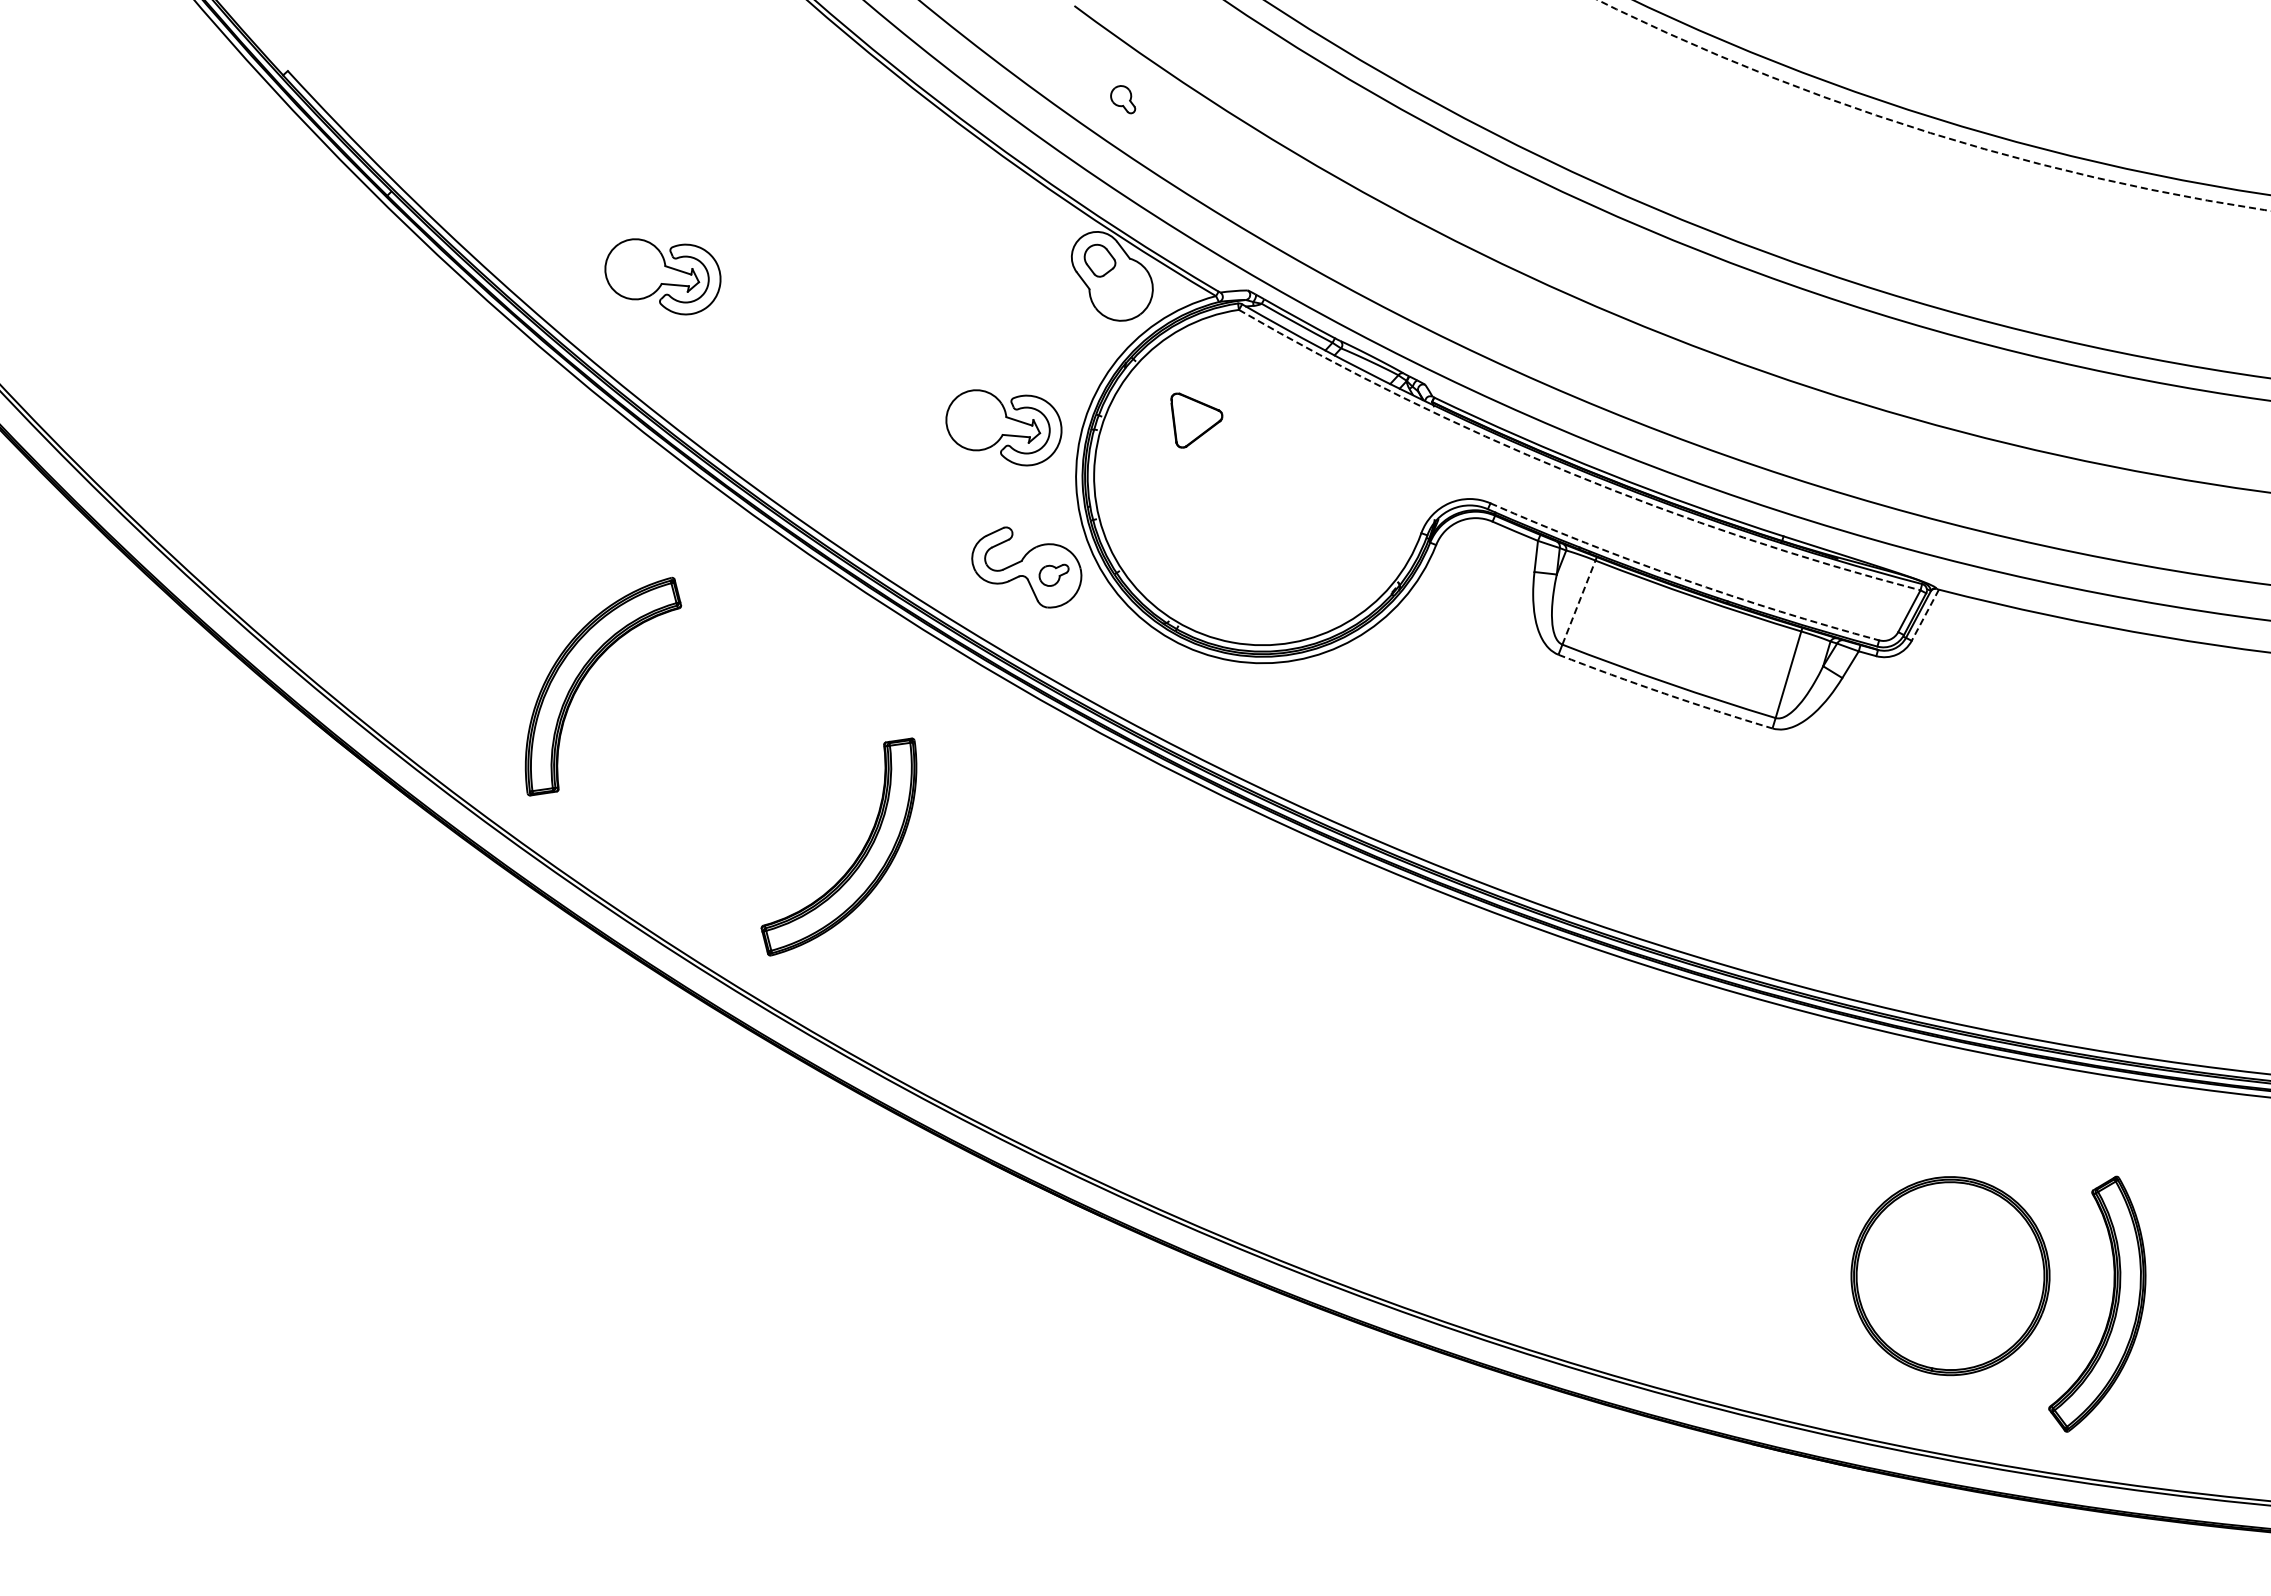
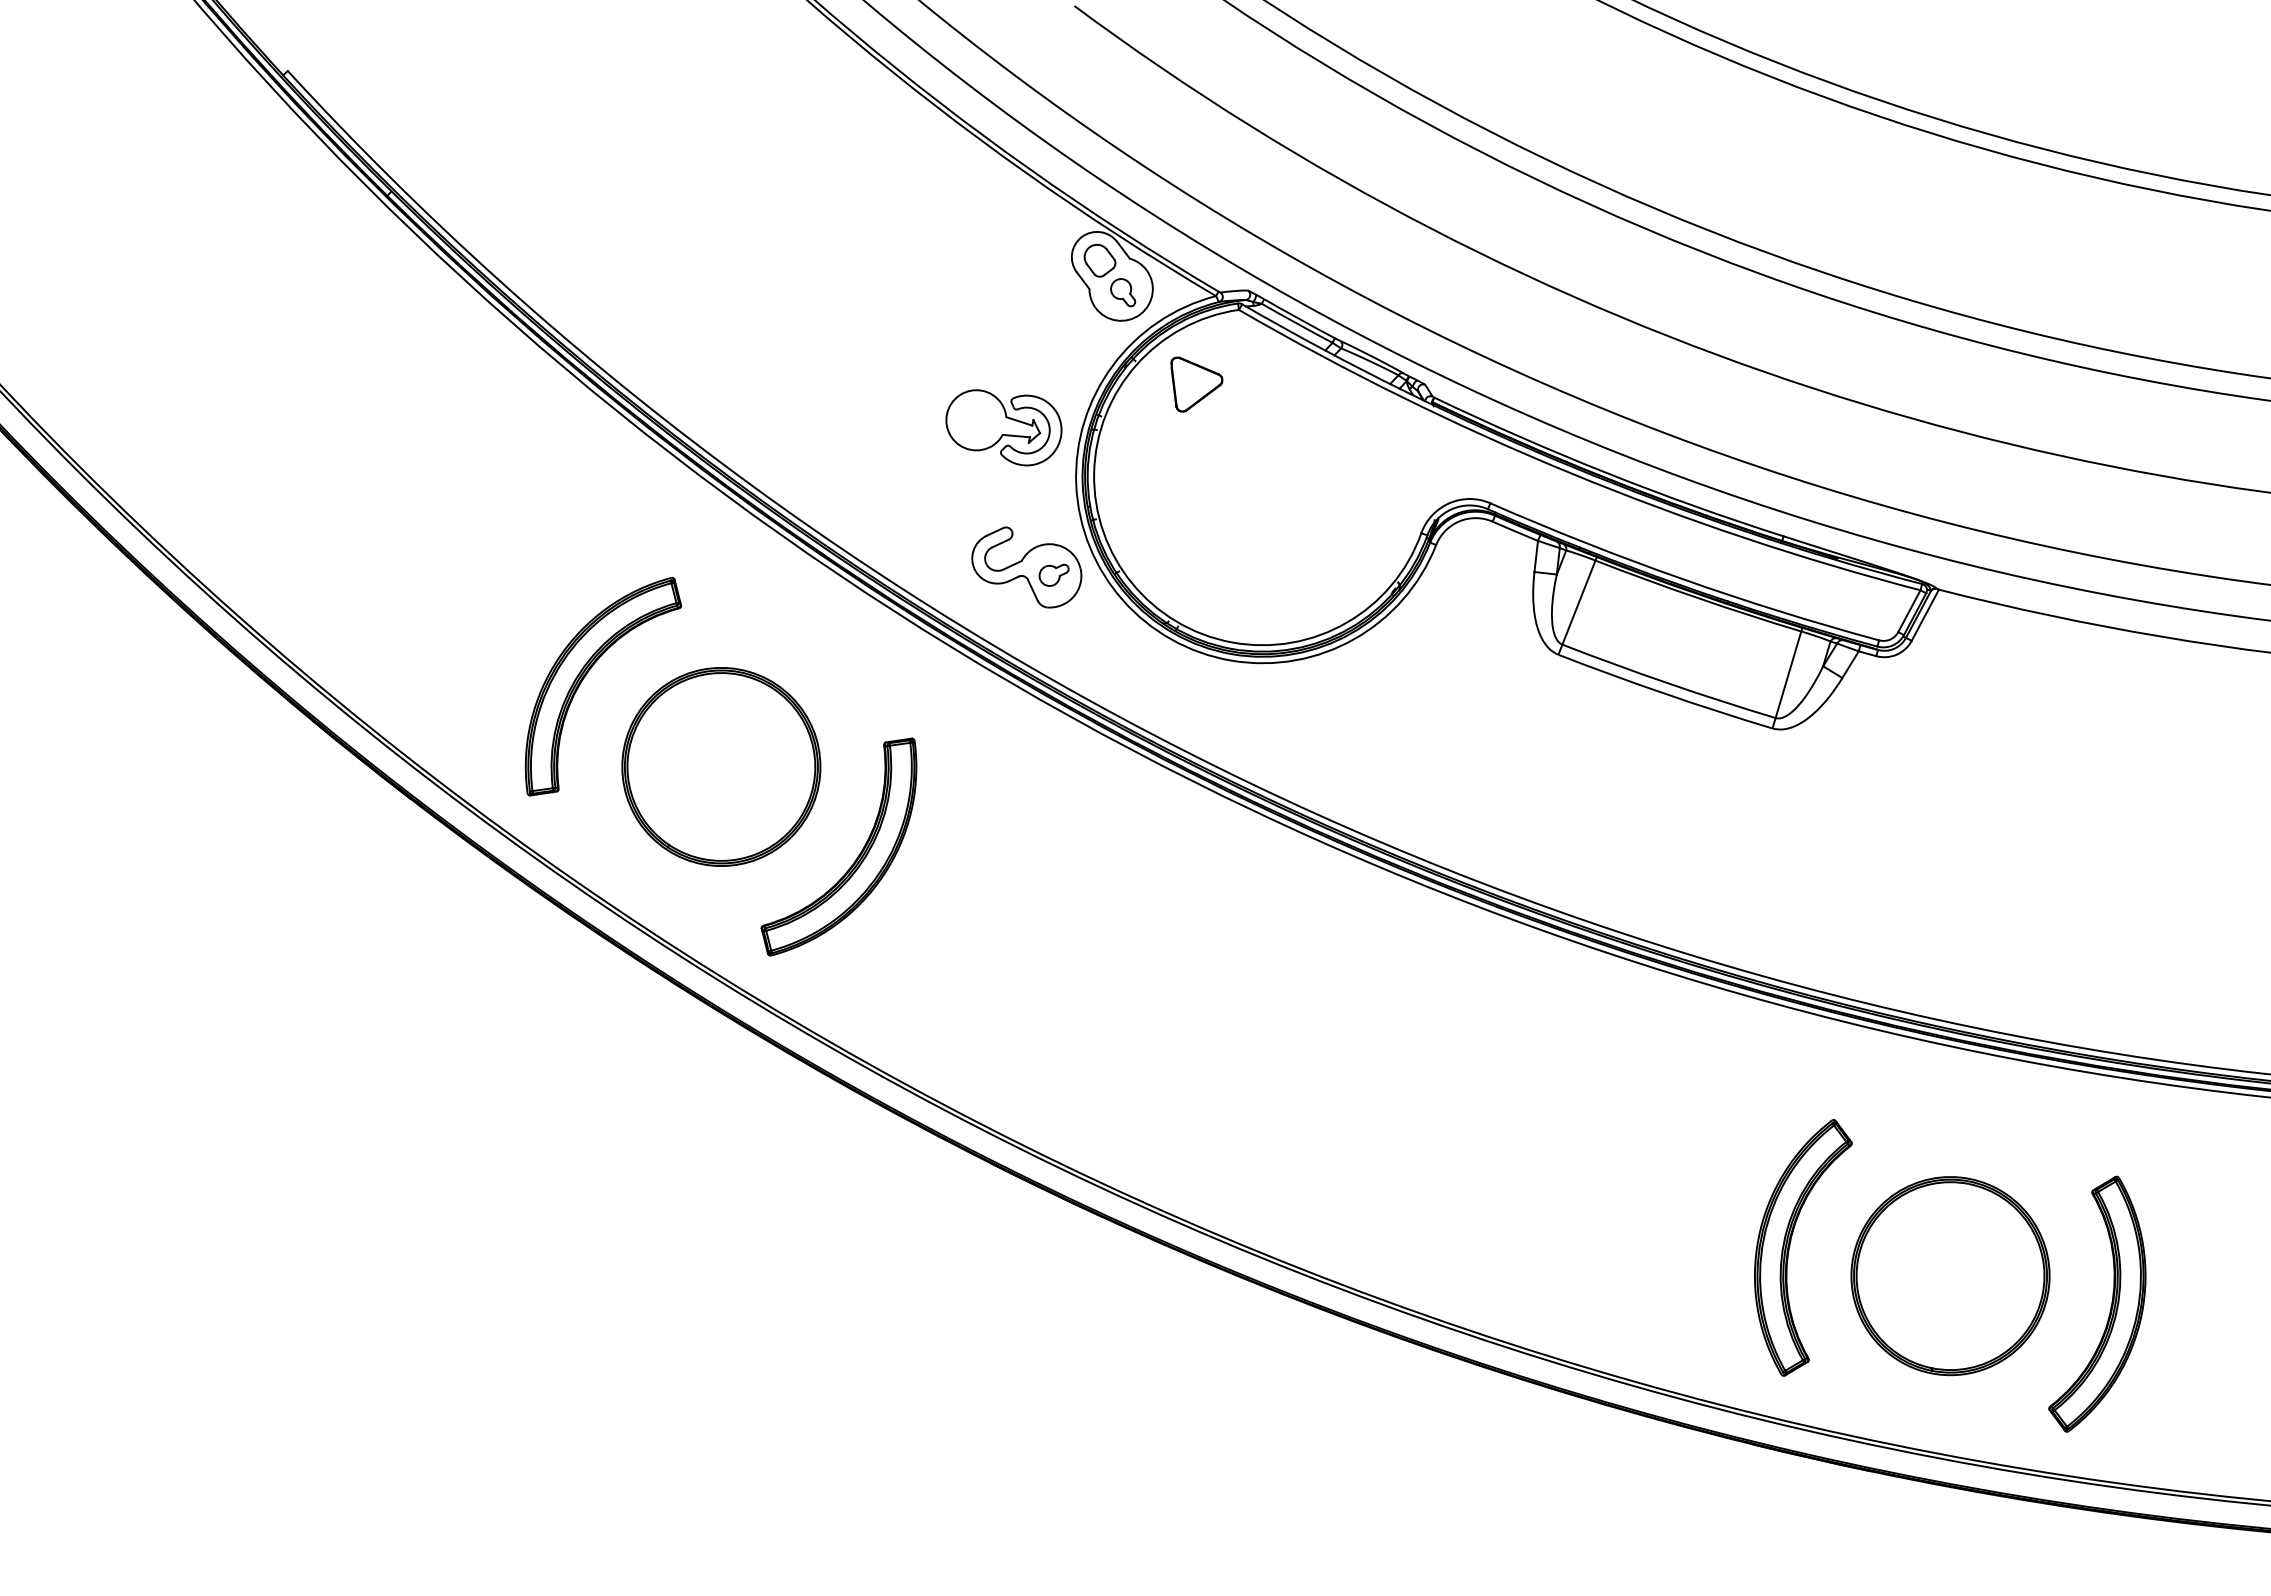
part at (1123, 99) position: (1123, 99) -> (1123, 292)
circle at (1933, 105): dashed -> solid
part at (662, 276): present -> none
part at (1196, 420) position: (1196, 420) -> (1196, 384)
arc at (1570, 473): dashed -> solid
arc at (1682, 579): dashed -> solid
line at (1579, 602): dashed -> solid
line at (1925, 615): dashed -> solid
arc at (1664, 693): dashed -> solid
part at (721, 766): none -> present
part at (1790, 1246): none -> present
